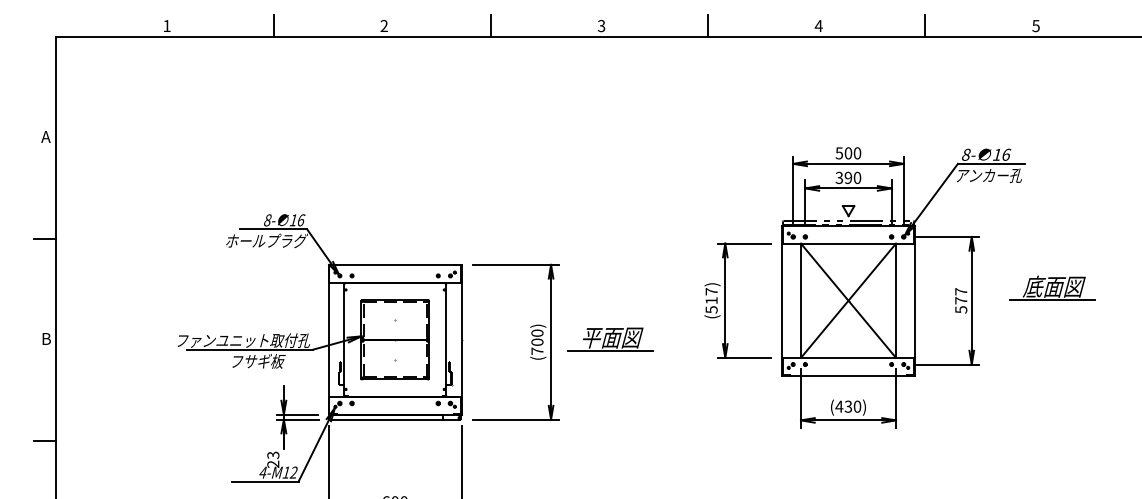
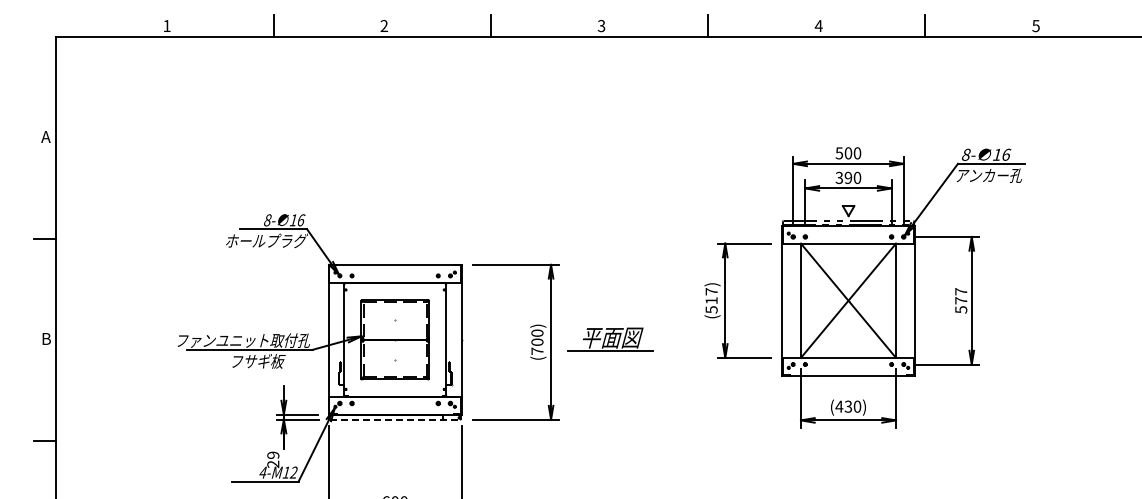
part at (1052, 287): present -> none
line at (395, 419): solid -> dashed
text at (273, 455): 23 -> 29
